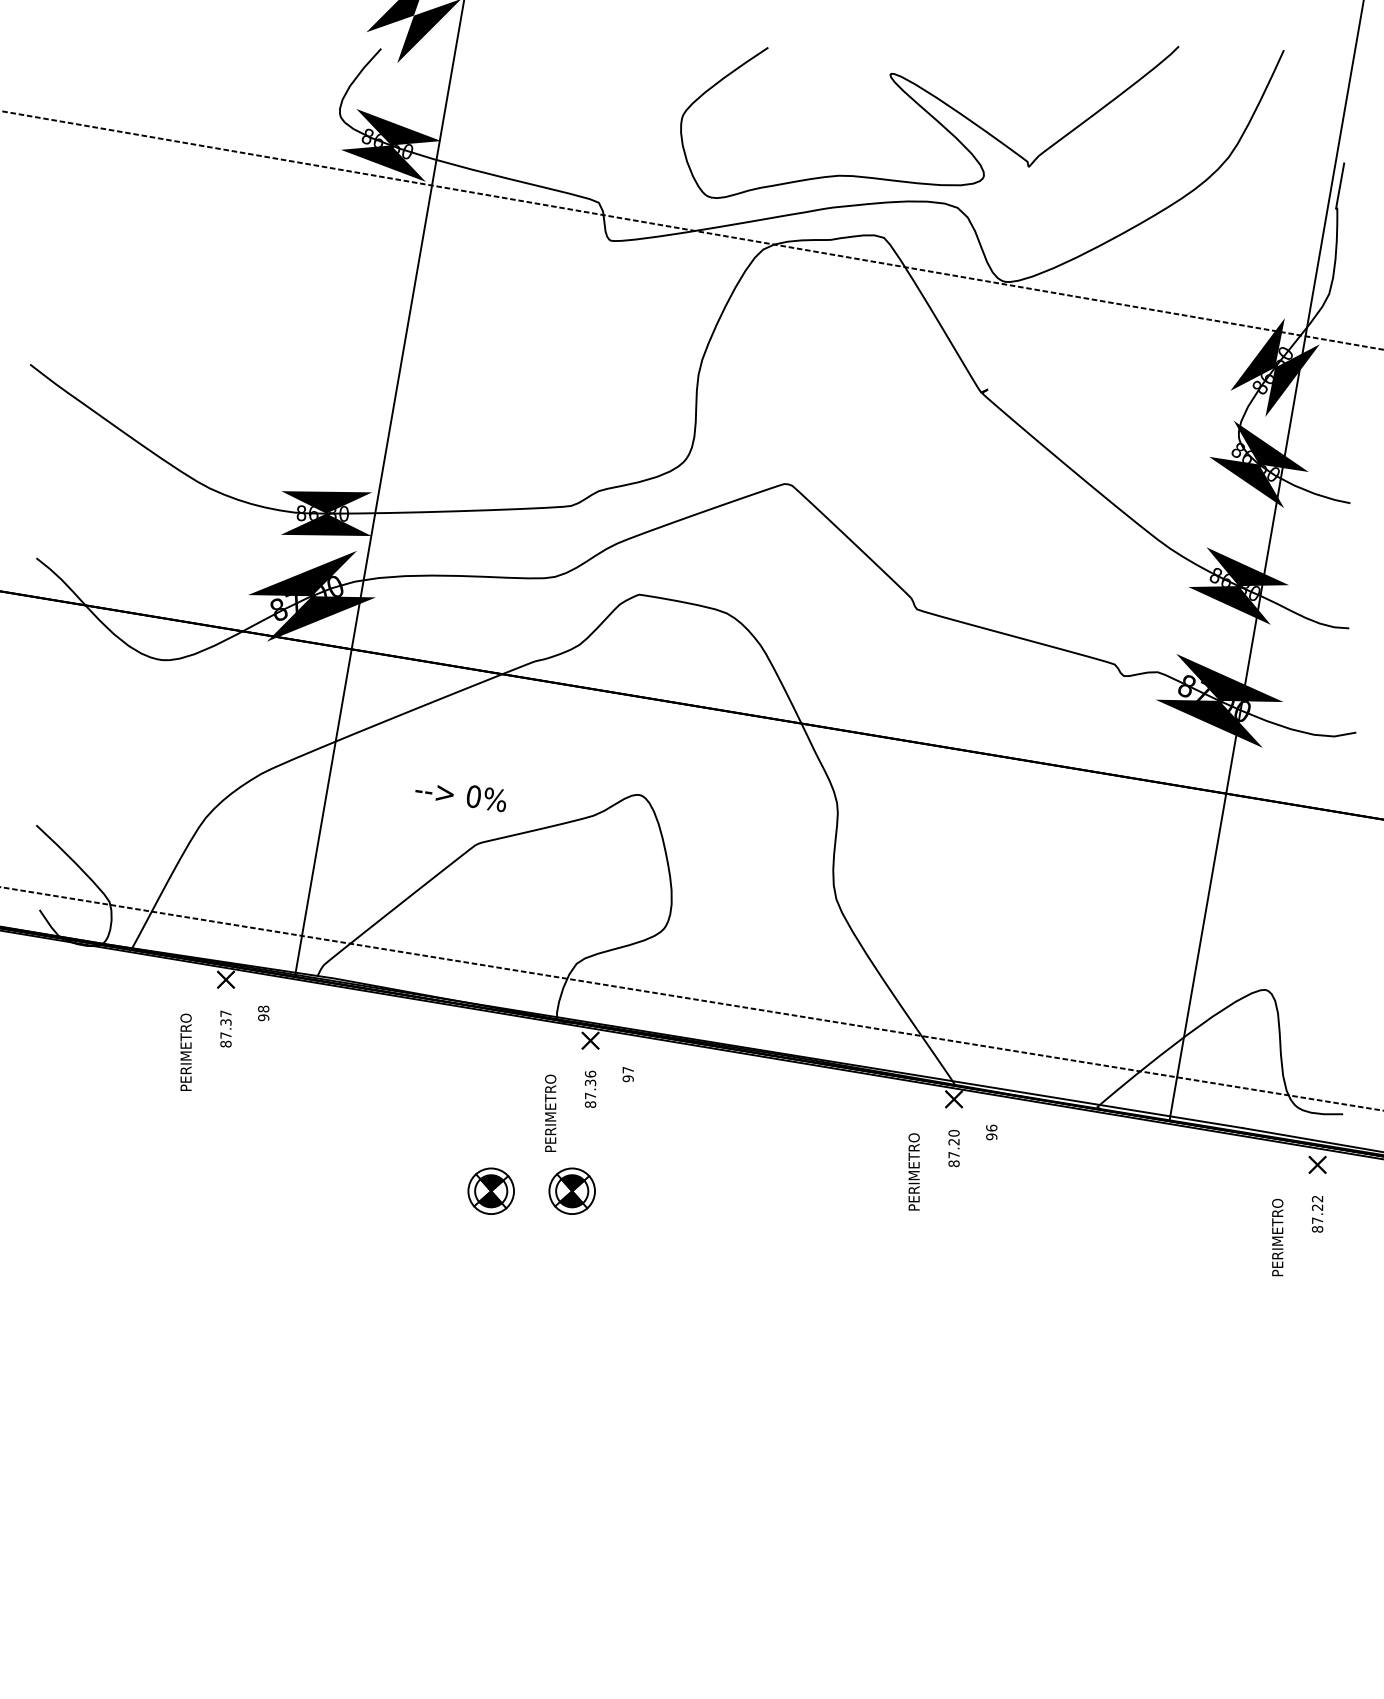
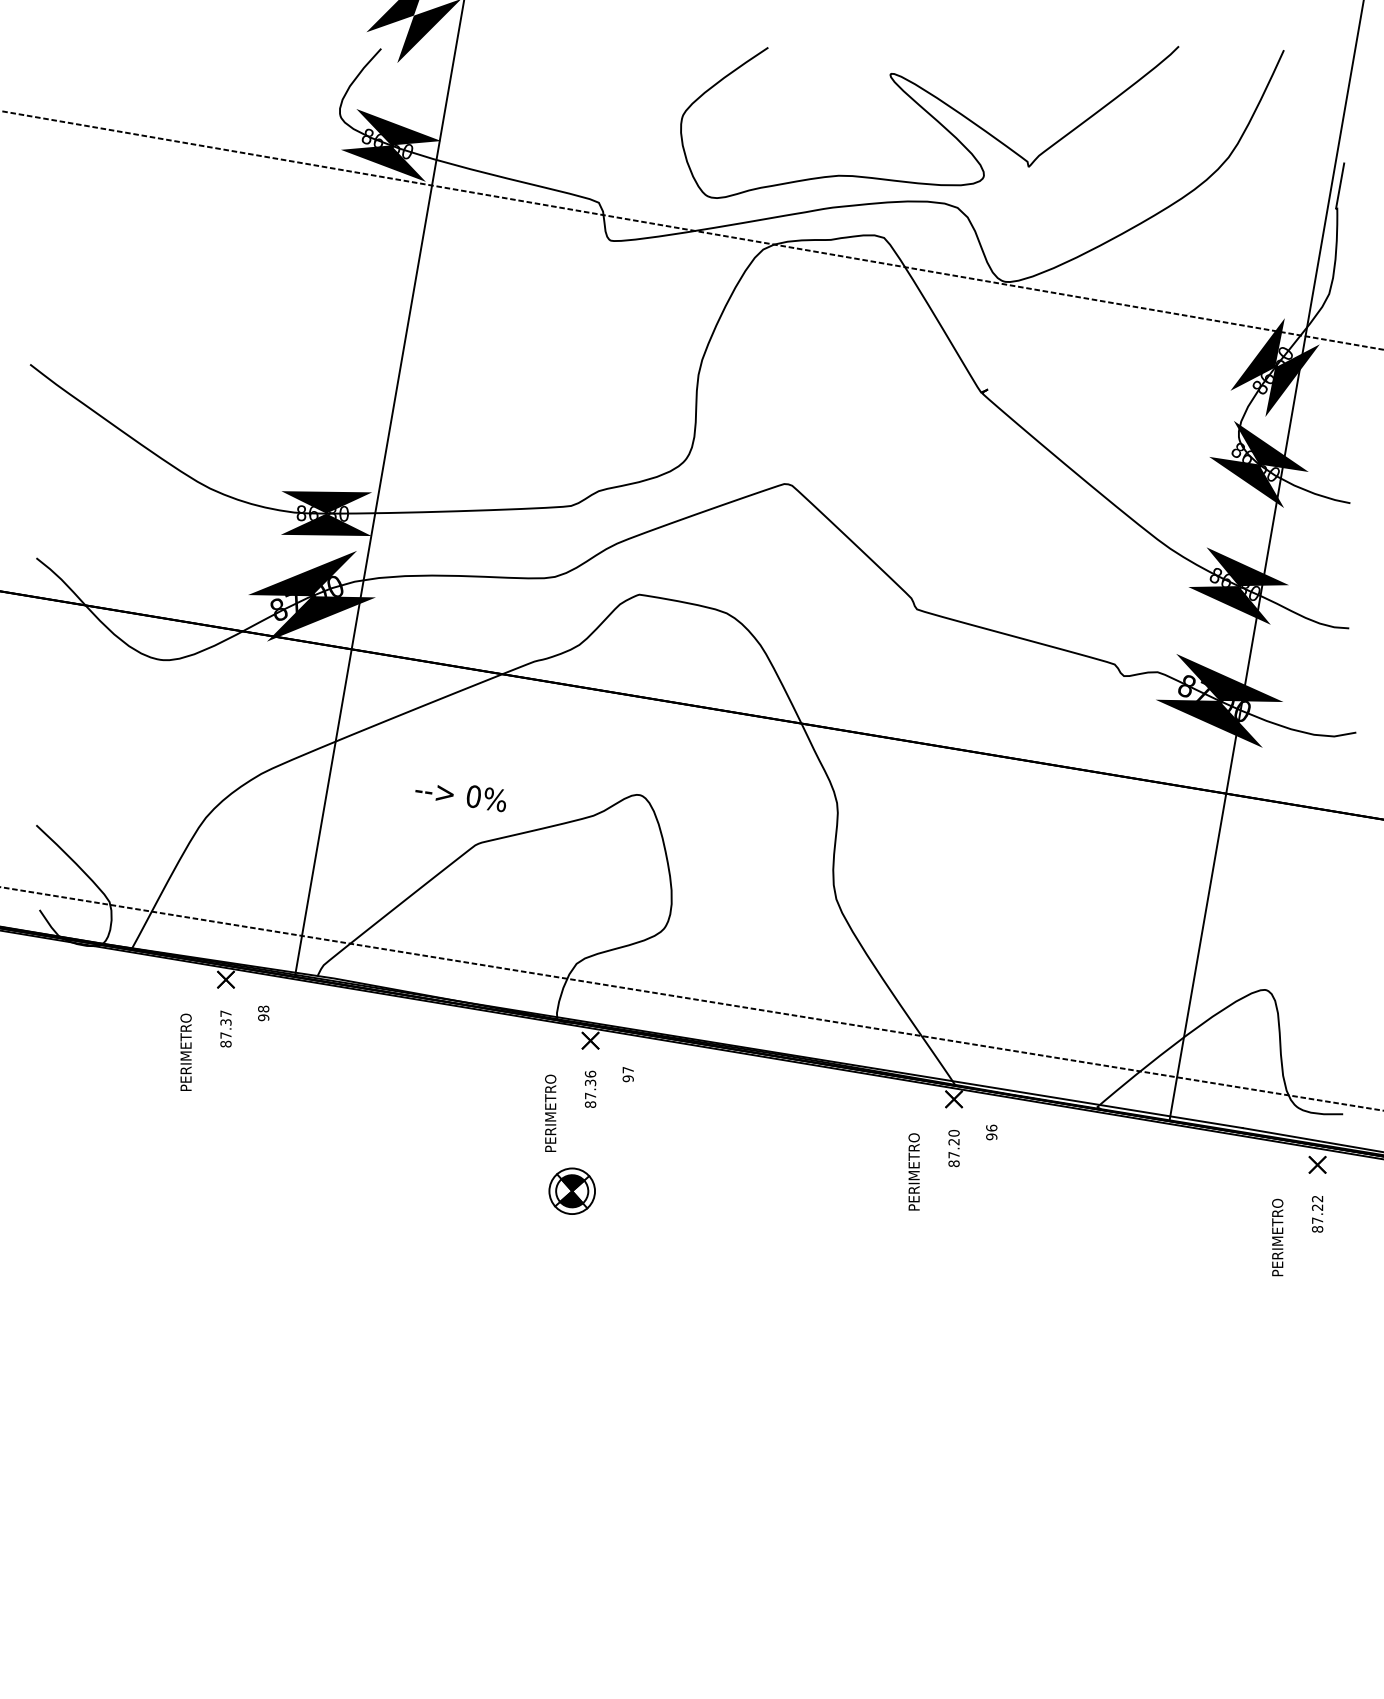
part at (490, 1190): present -> none
